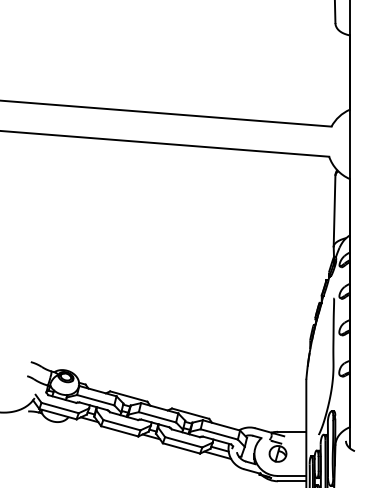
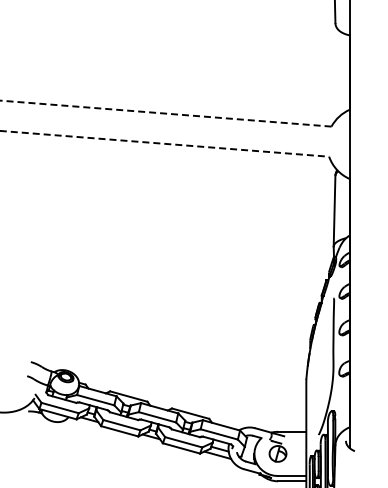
line at (165, 113): solid -> dashed
line at (164, 143): solid -> dashed
